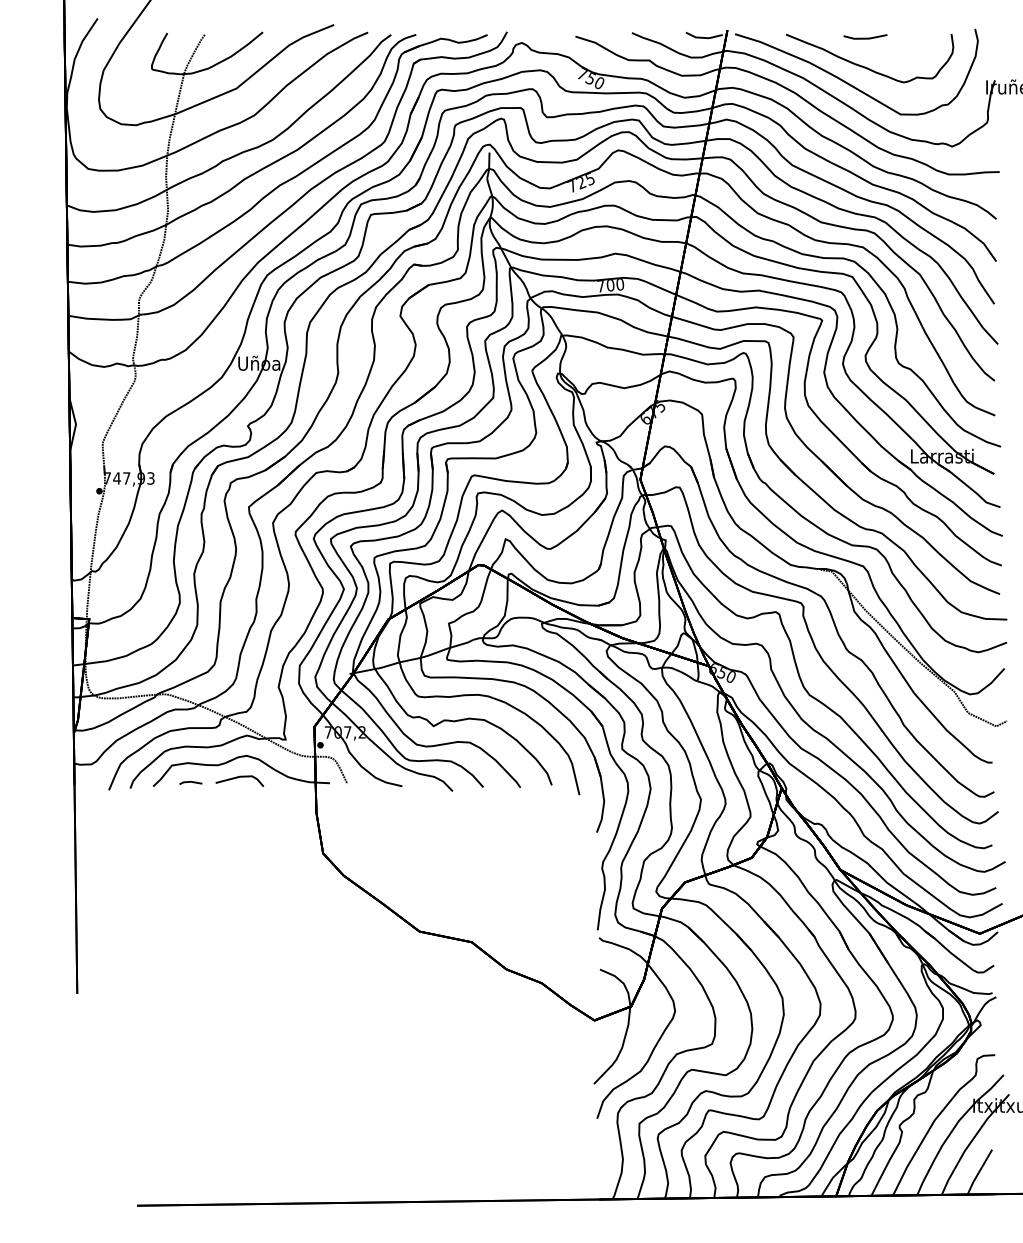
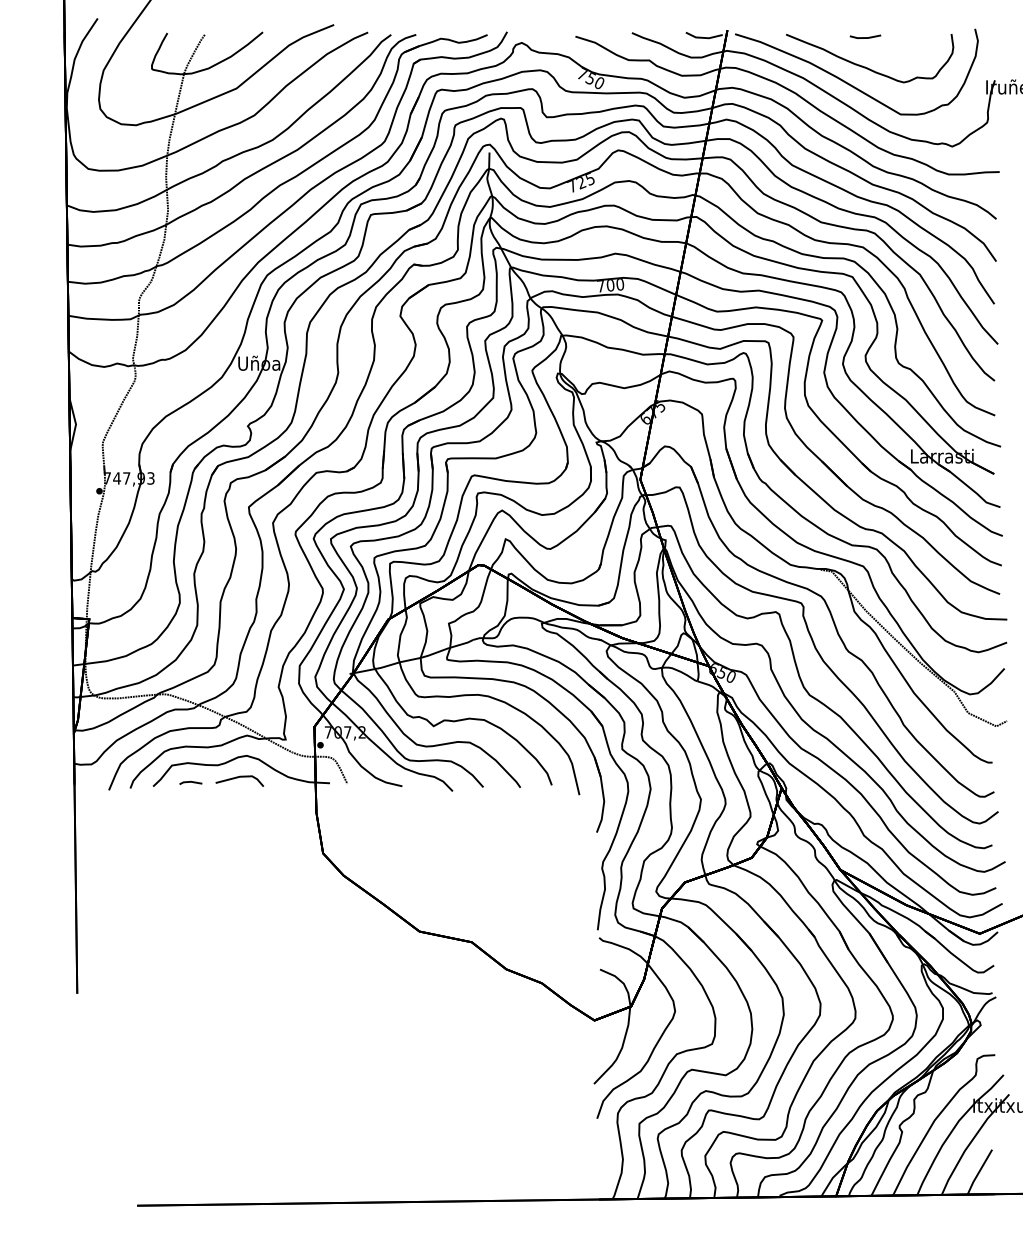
part at (865, 36) size: 45x6 px -> 33x5 px
